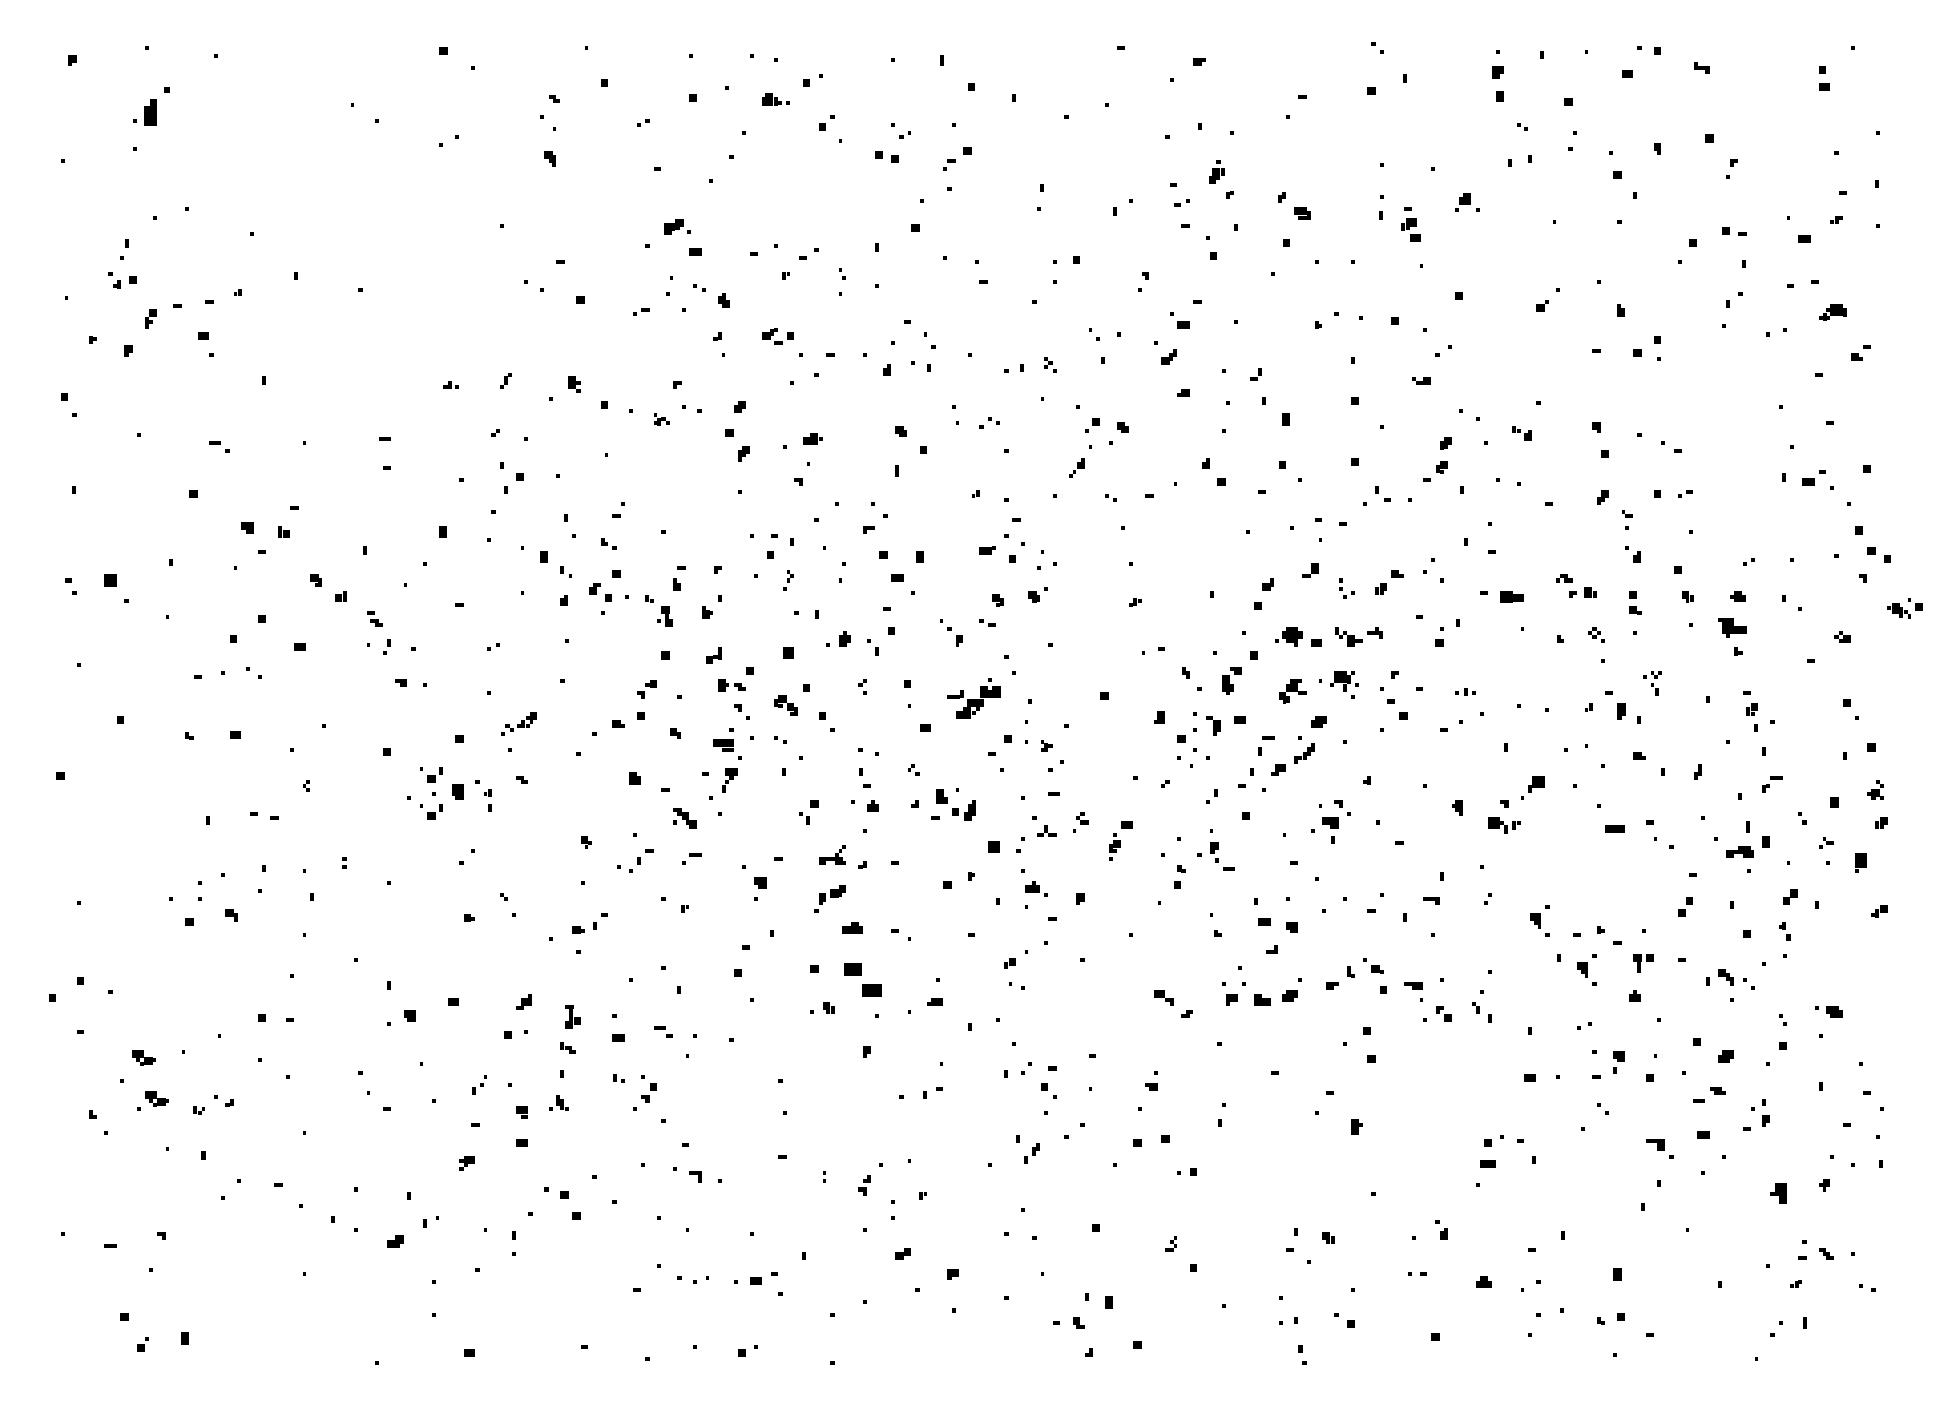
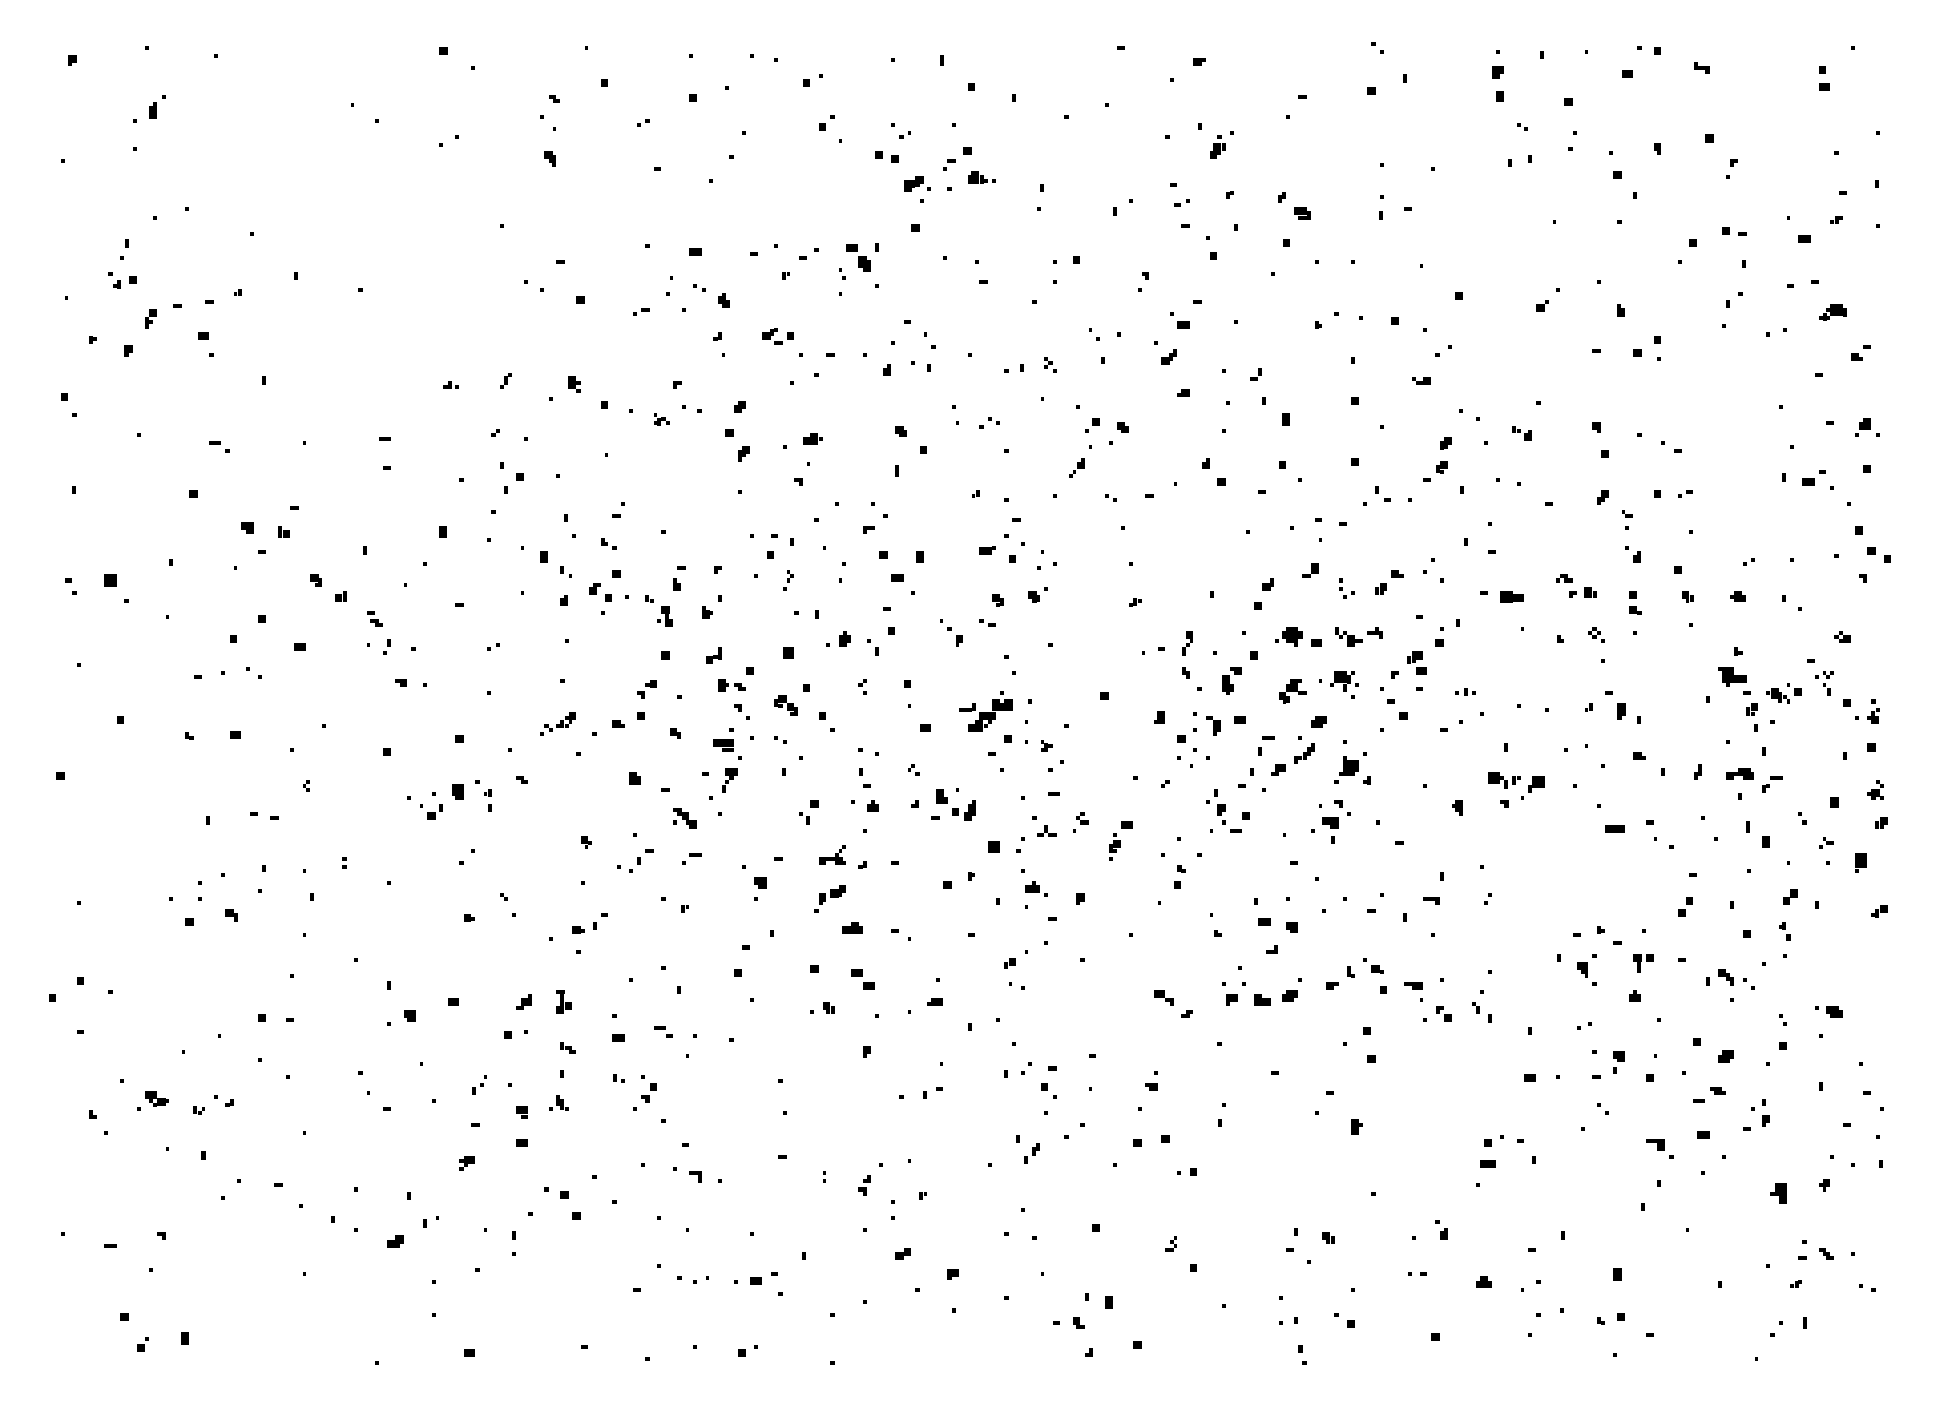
part at (775, 99) position: (775, 99) -> (981, 177)
part at (156, 106) size: 26x39 px -> 17x24 px
part at (1216, 171) position: (1216, 171) -> (1217, 146)
part at (1467, 202) position: (1467, 202) -> (1867, 427)
part at (677, 226) position: (677, 226) -> (917, 183)
part at (1410, 229) position: (1410, 229) -> (1416, 662)
part at (858, 257): none -> present
part at (1904, 608) position: (1904, 608) -> (1783, 693)
part at (1732, 627) position: (1732, 627) -> (1732, 676)
part at (1187, 643): none -> present
part at (1652, 683) position: (1652, 683) -> (1824, 683)
part at (973, 698) position: (973, 698) -> (985, 711)
part at (1873, 711): none -> present
part at (518, 723) position: (518, 723) -> (557, 723)
part at (1350, 767): none -> present
part at (431, 774): present -> none
part at (1504, 825) position: (1504, 825) -> (1504, 780)
part at (1739, 851) position: (1739, 851) -> (1739, 773)
part at (1222, 856) position: (1222, 856) -> (1229, 818)
part at (1539, 920): present -> none
part at (862, 979) size: 38x34 px -> 24x21 px
part at (572, 1016) position: (572, 1016) -> (563, 1001)
part at (143, 1057): present -> none
